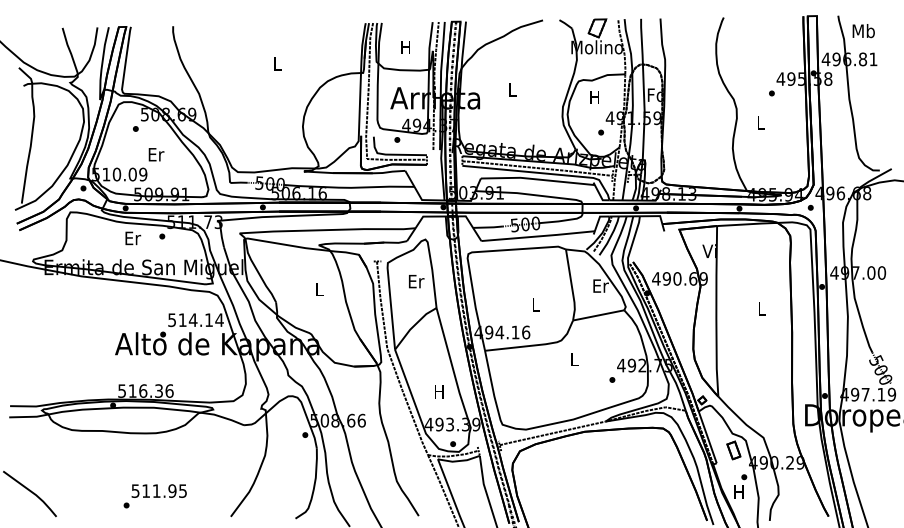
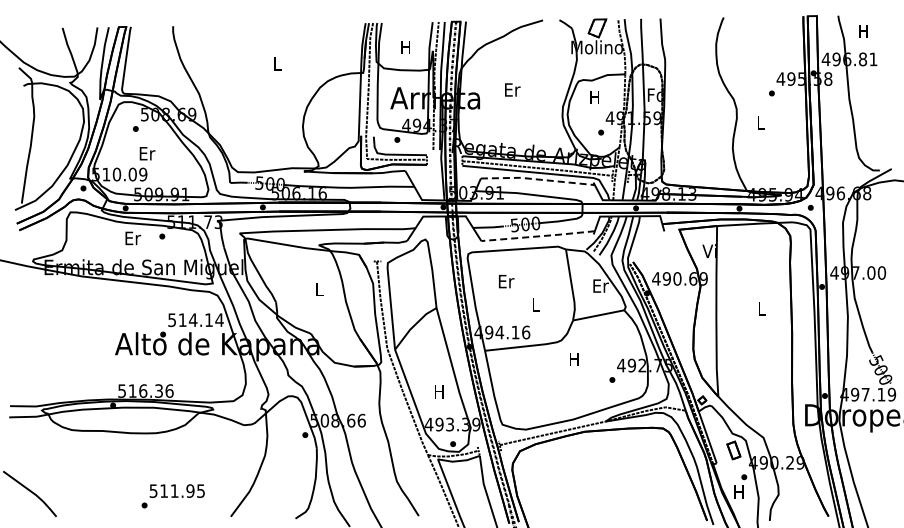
text at (863, 31): Mb -> H
text at (512, 89): L -> Er
text at (156, 154) position: (156, 154) -> (147, 153)
line at (537, 179): solid -> dashed
line at (538, 236): solid -> dashed
text at (416, 281) position: (416, 281) -> (506, 281)
text at (574, 359): L -> H
text at (154, 496) position: (154, 496) -> (172, 496)
